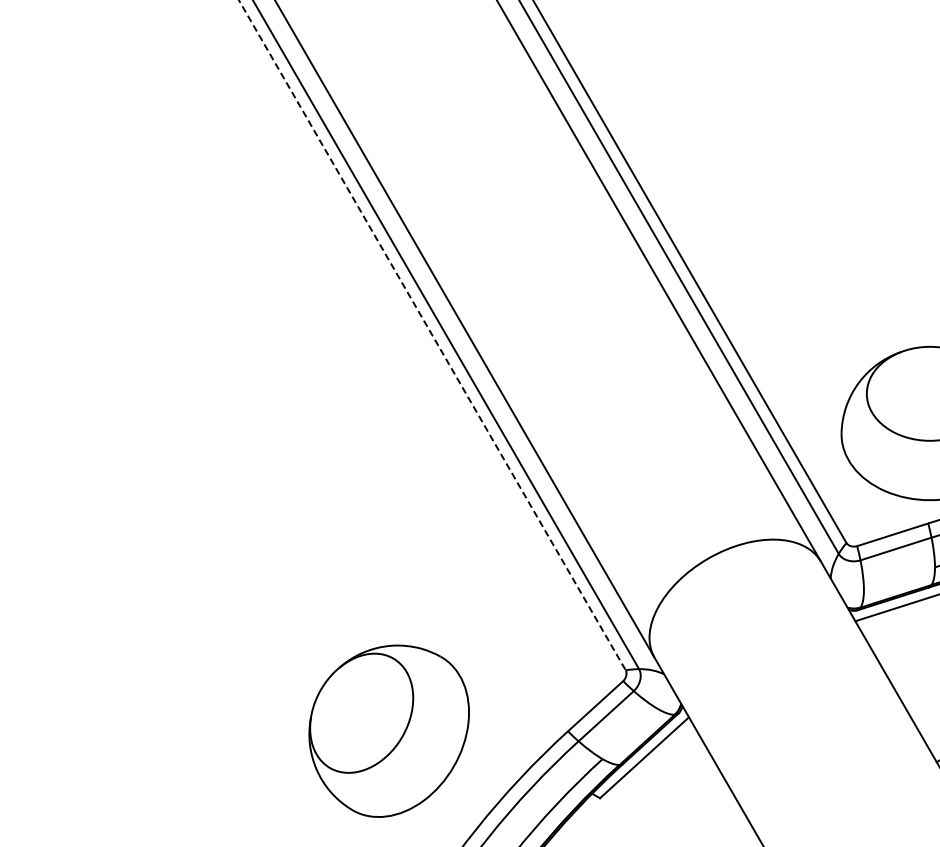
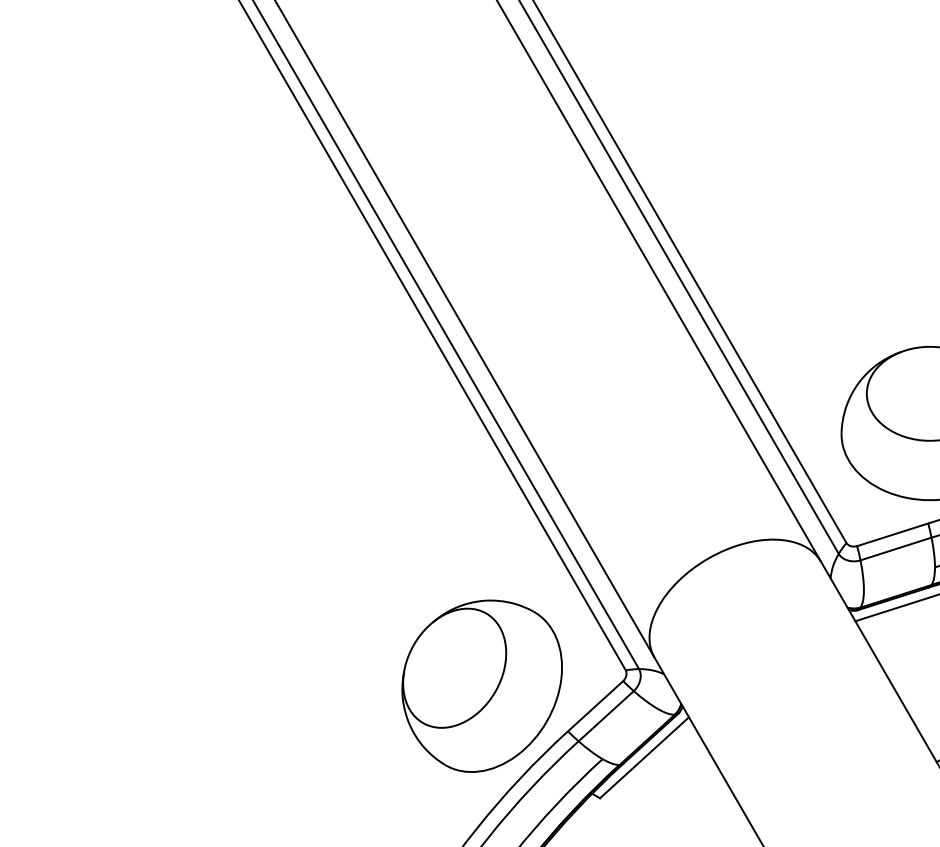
line at (432, 335): dashed -> solid
part at (388, 730) position: (388, 730) -> (481, 685)
